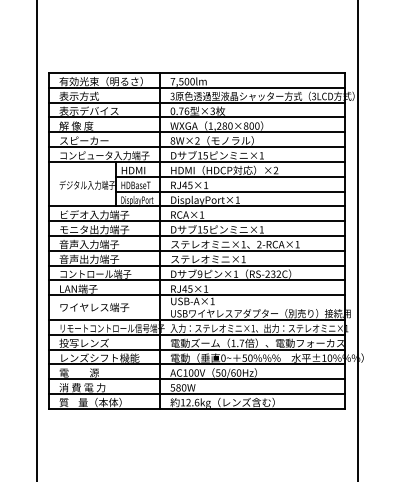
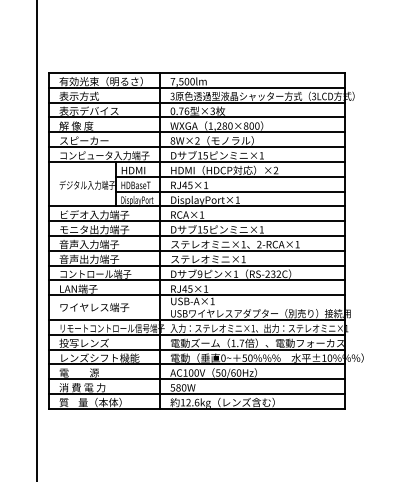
line at (357, 240): present -> none
